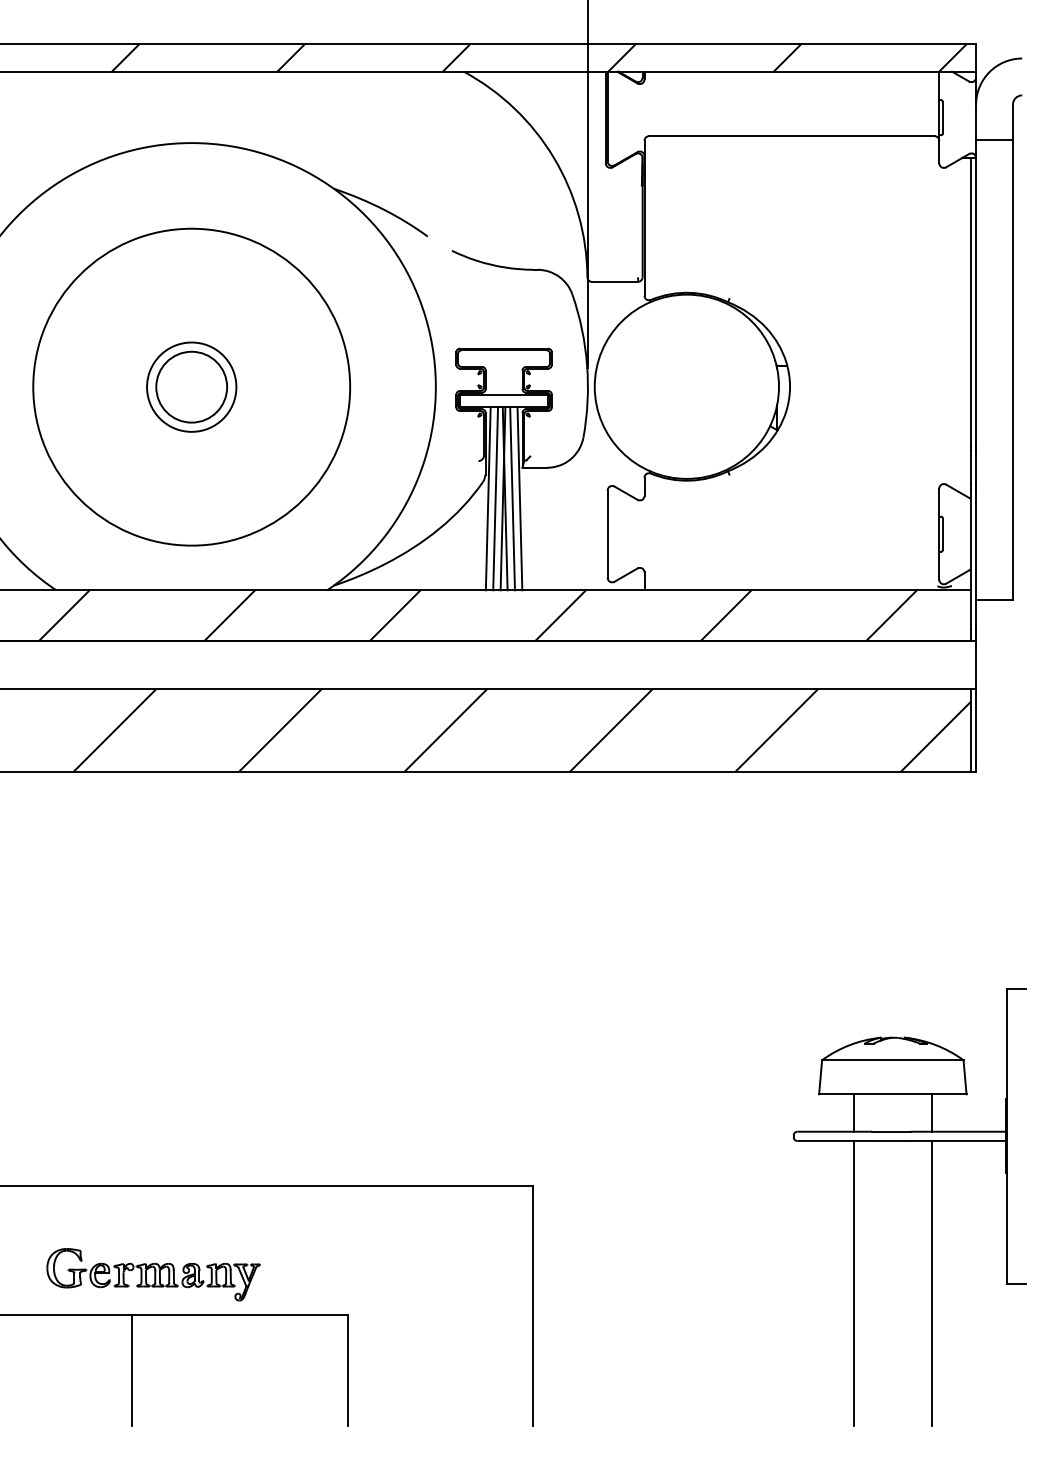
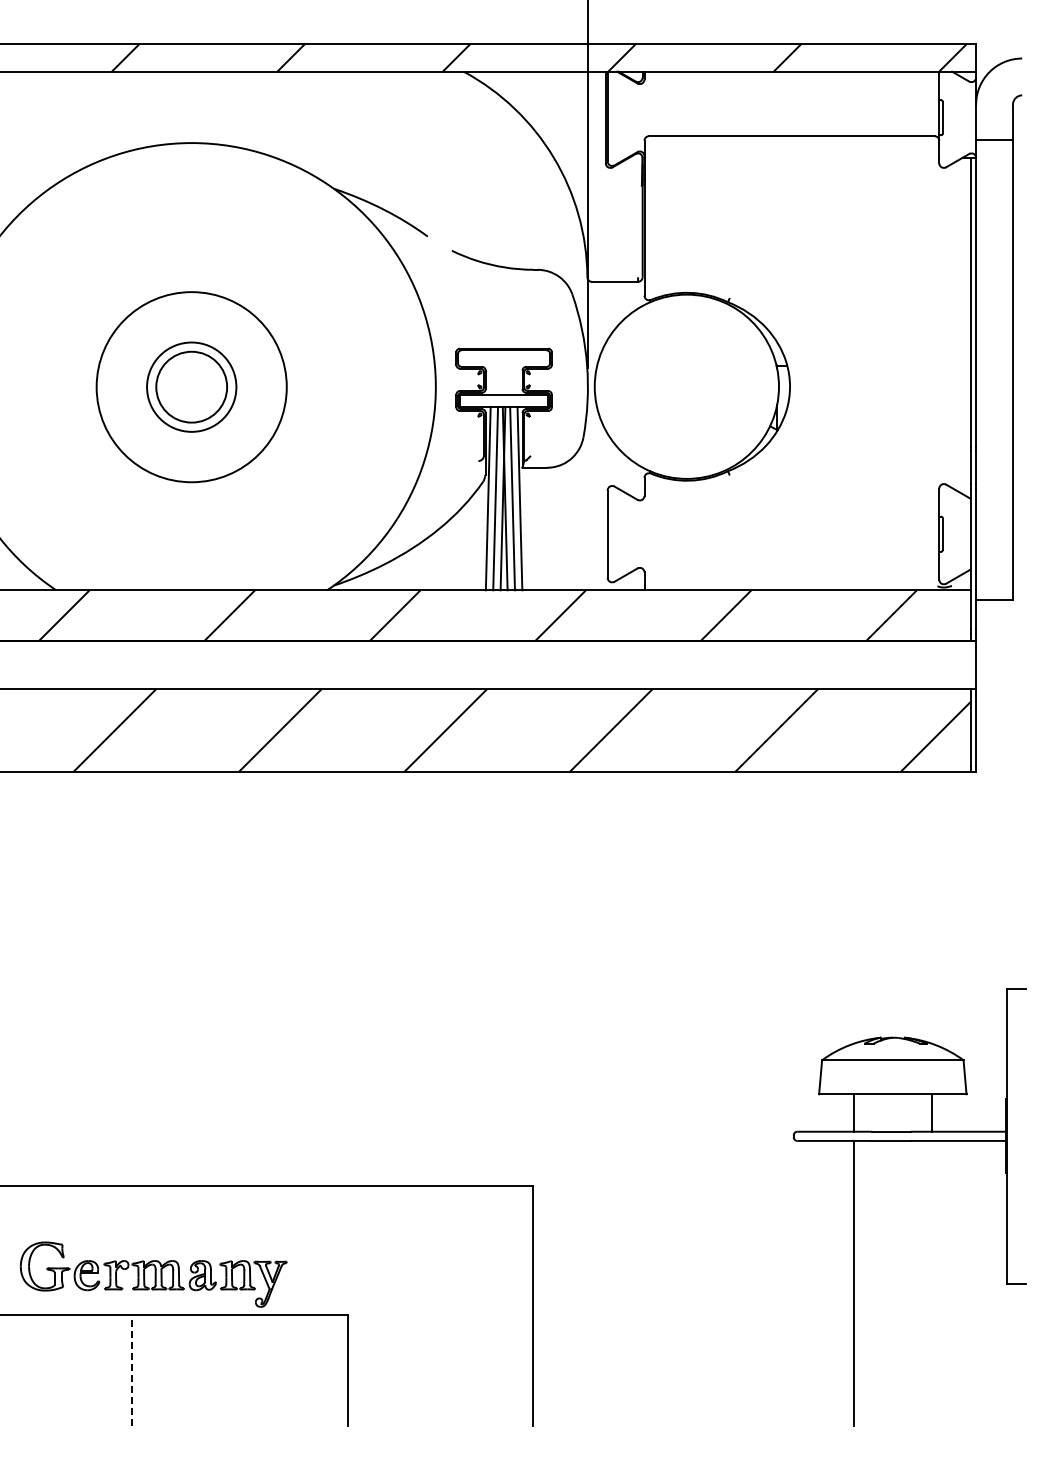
circle at (191, 386) diameter: 317 px -> 190 px
part at (153, 1274) size: 215x54 px -> 268x67 px
line at (931, 1282): present -> none
line at (131, 1370): solid -> dashed
